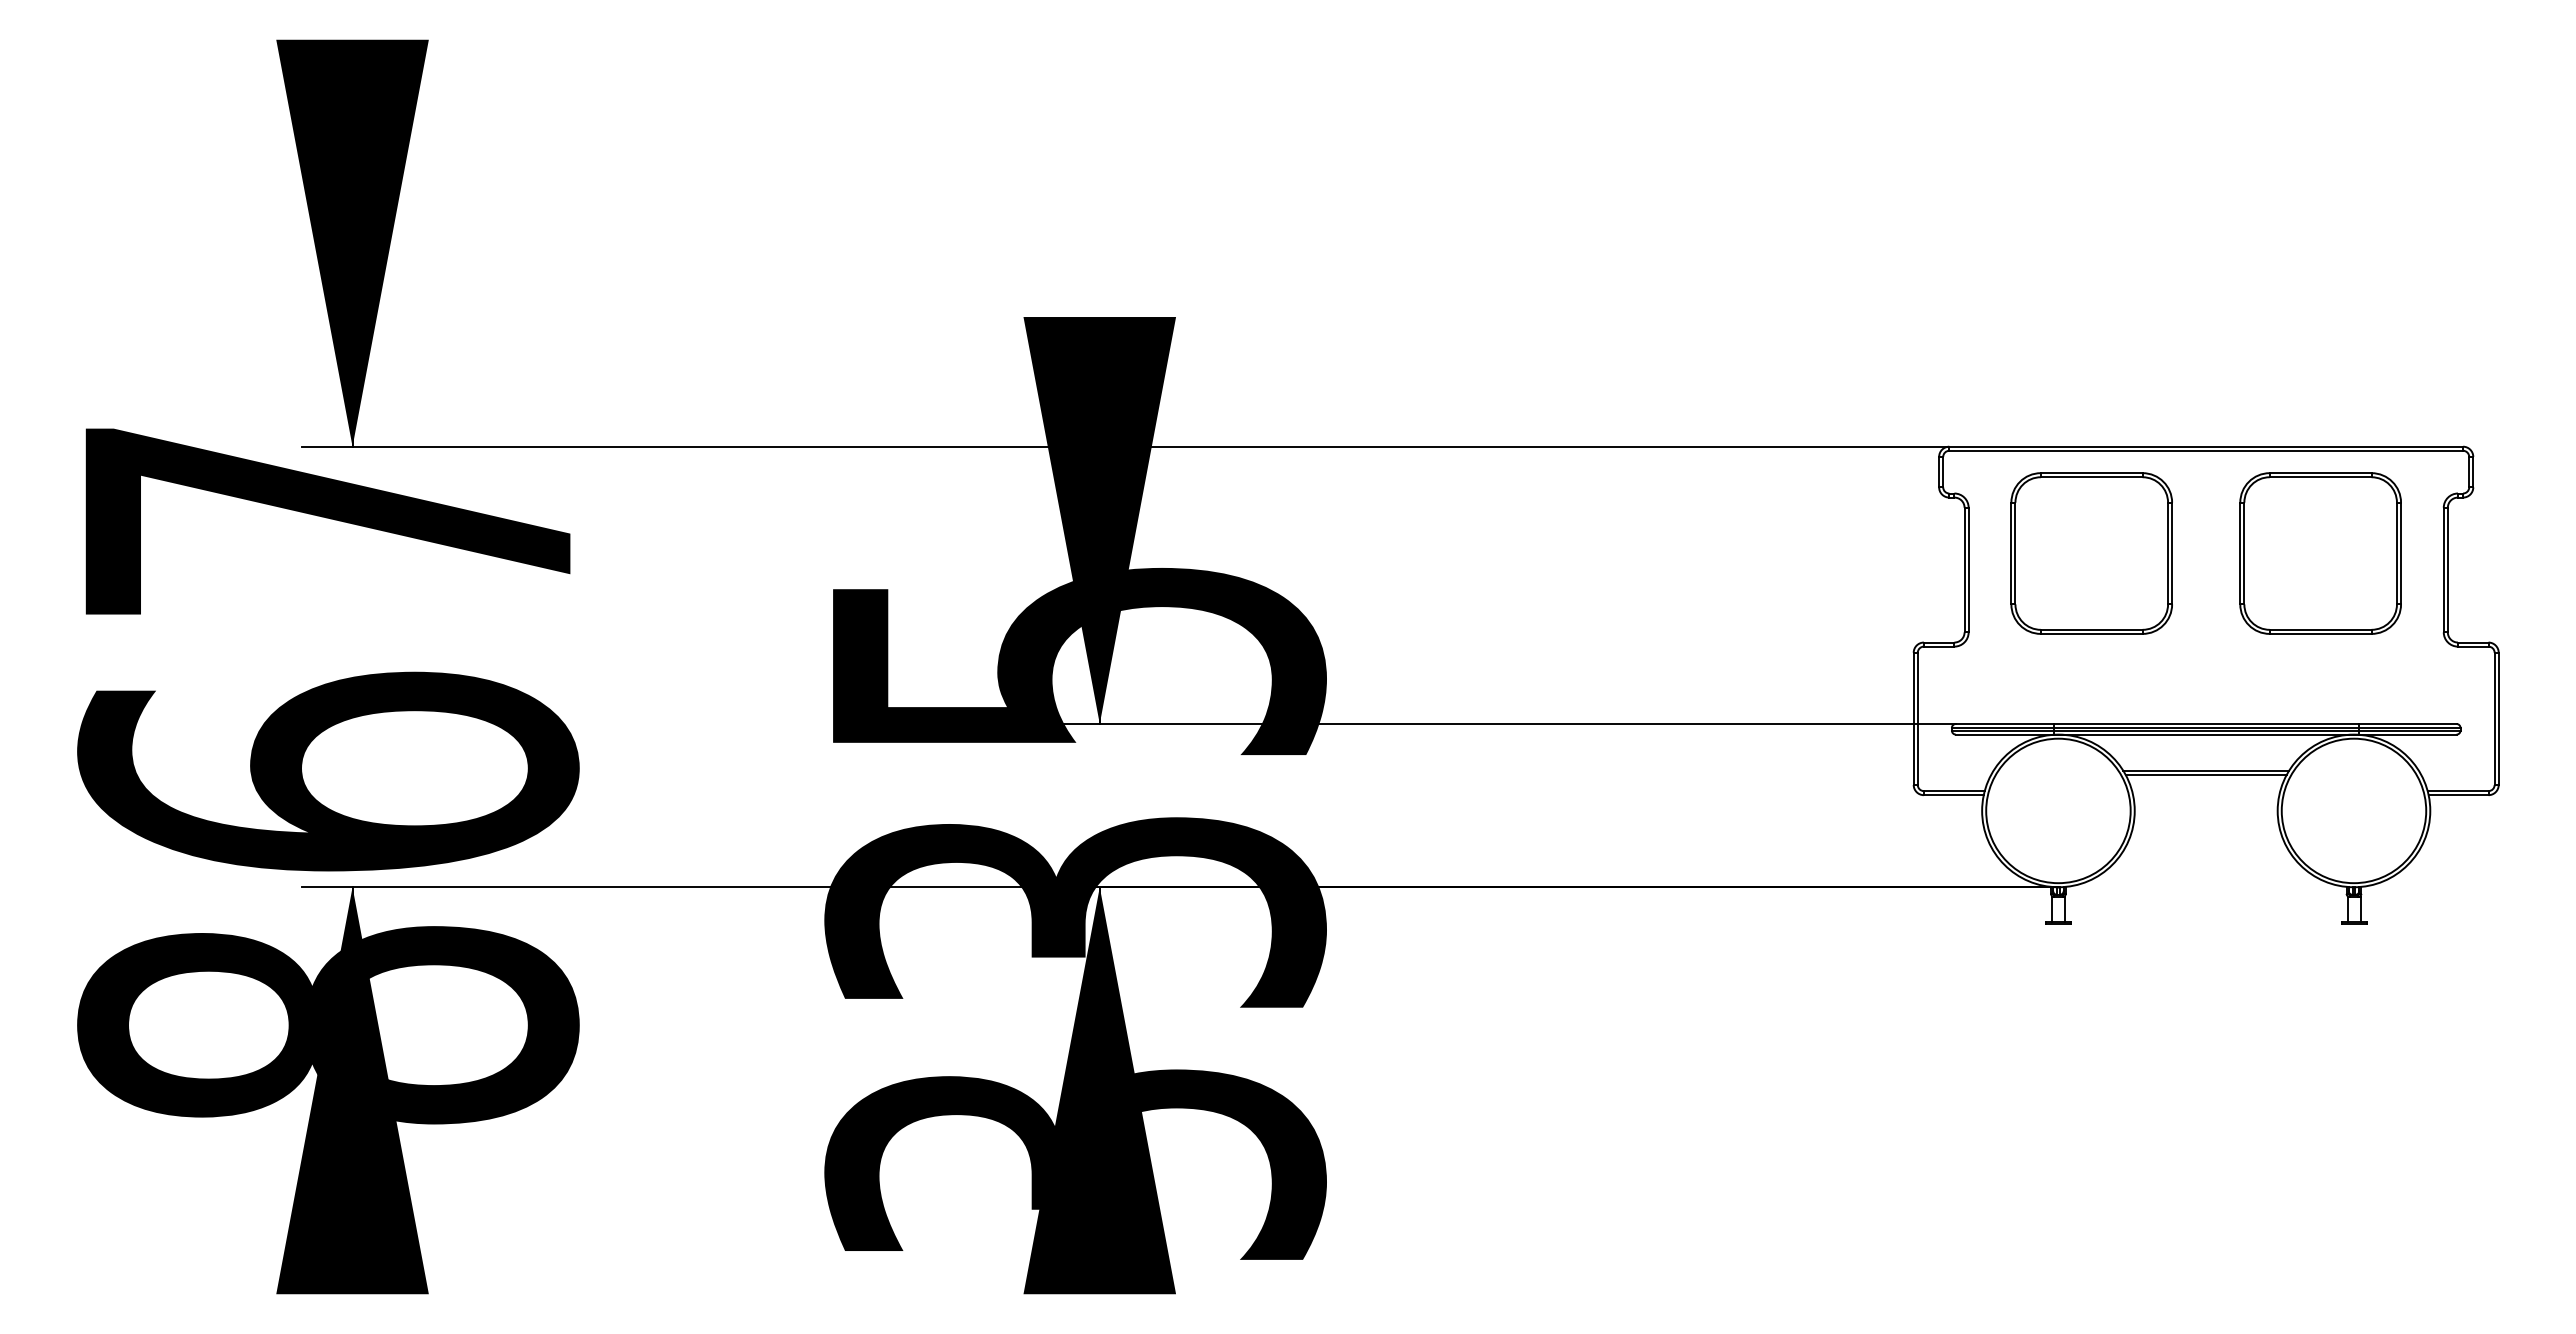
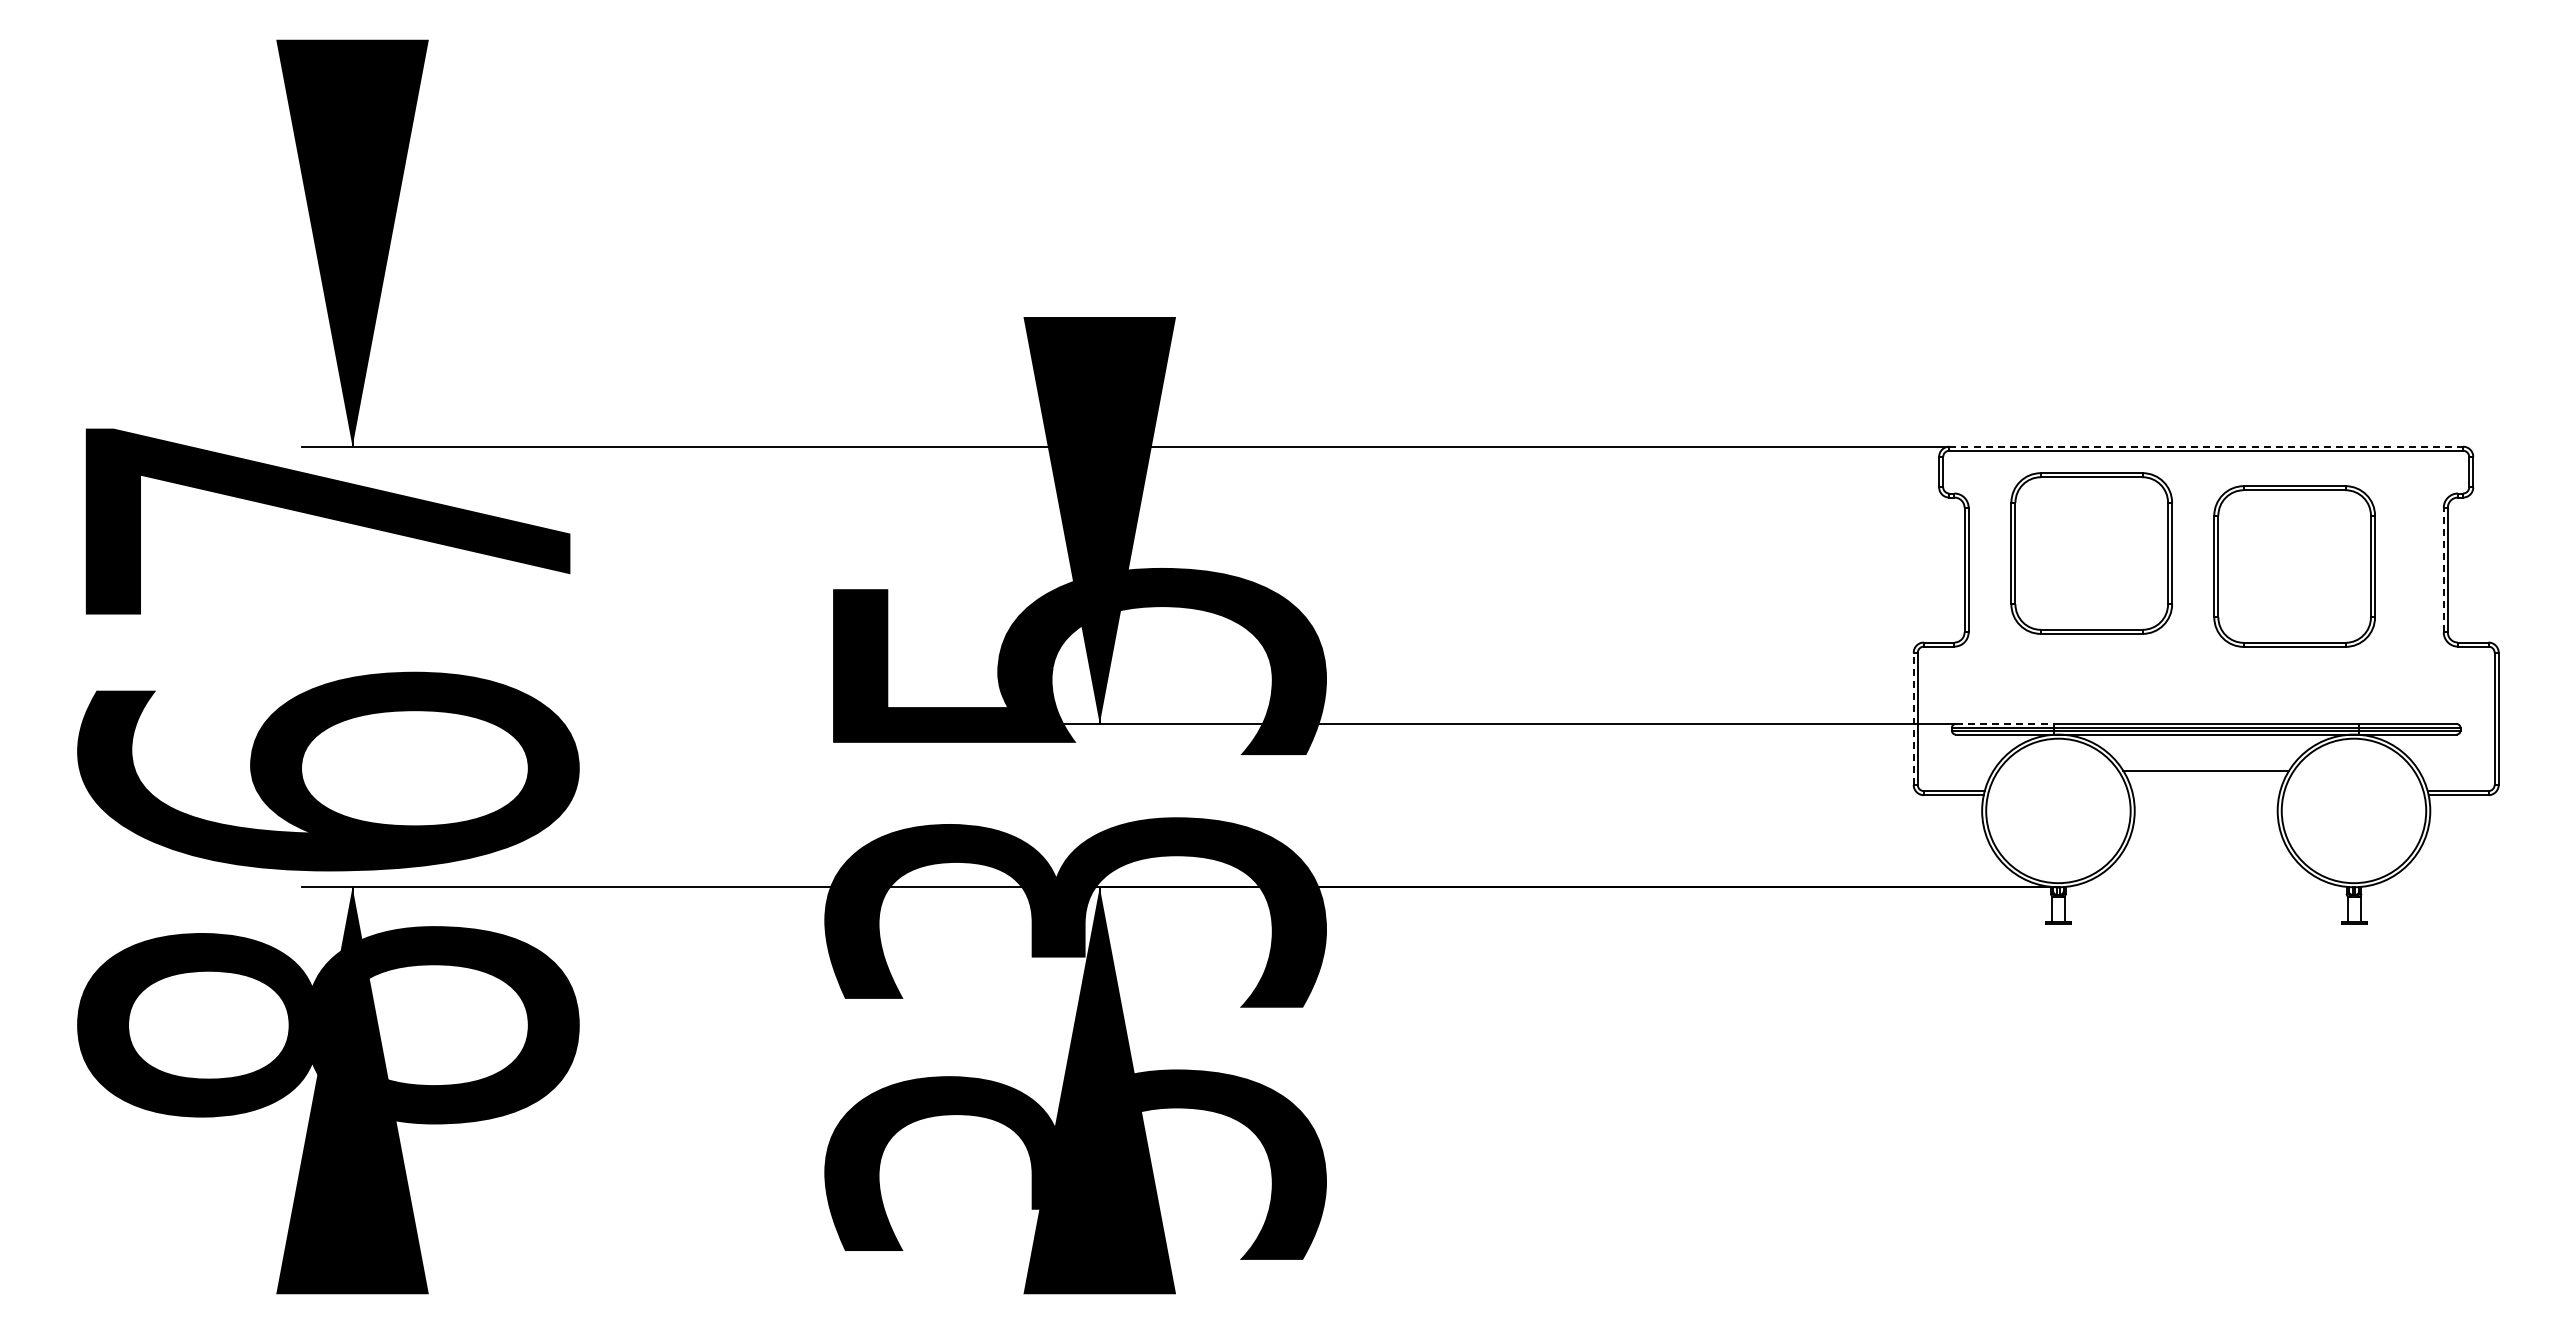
line at (2206, 446): solid -> dashed
part at (2320, 553) position: (2320, 553) -> (2294, 566)
line at (2443, 569): solid -> dashed
line at (1913, 718): solid -> dashed
line at (2004, 723): solid -> dashed
line at (2205, 774): present -> none
